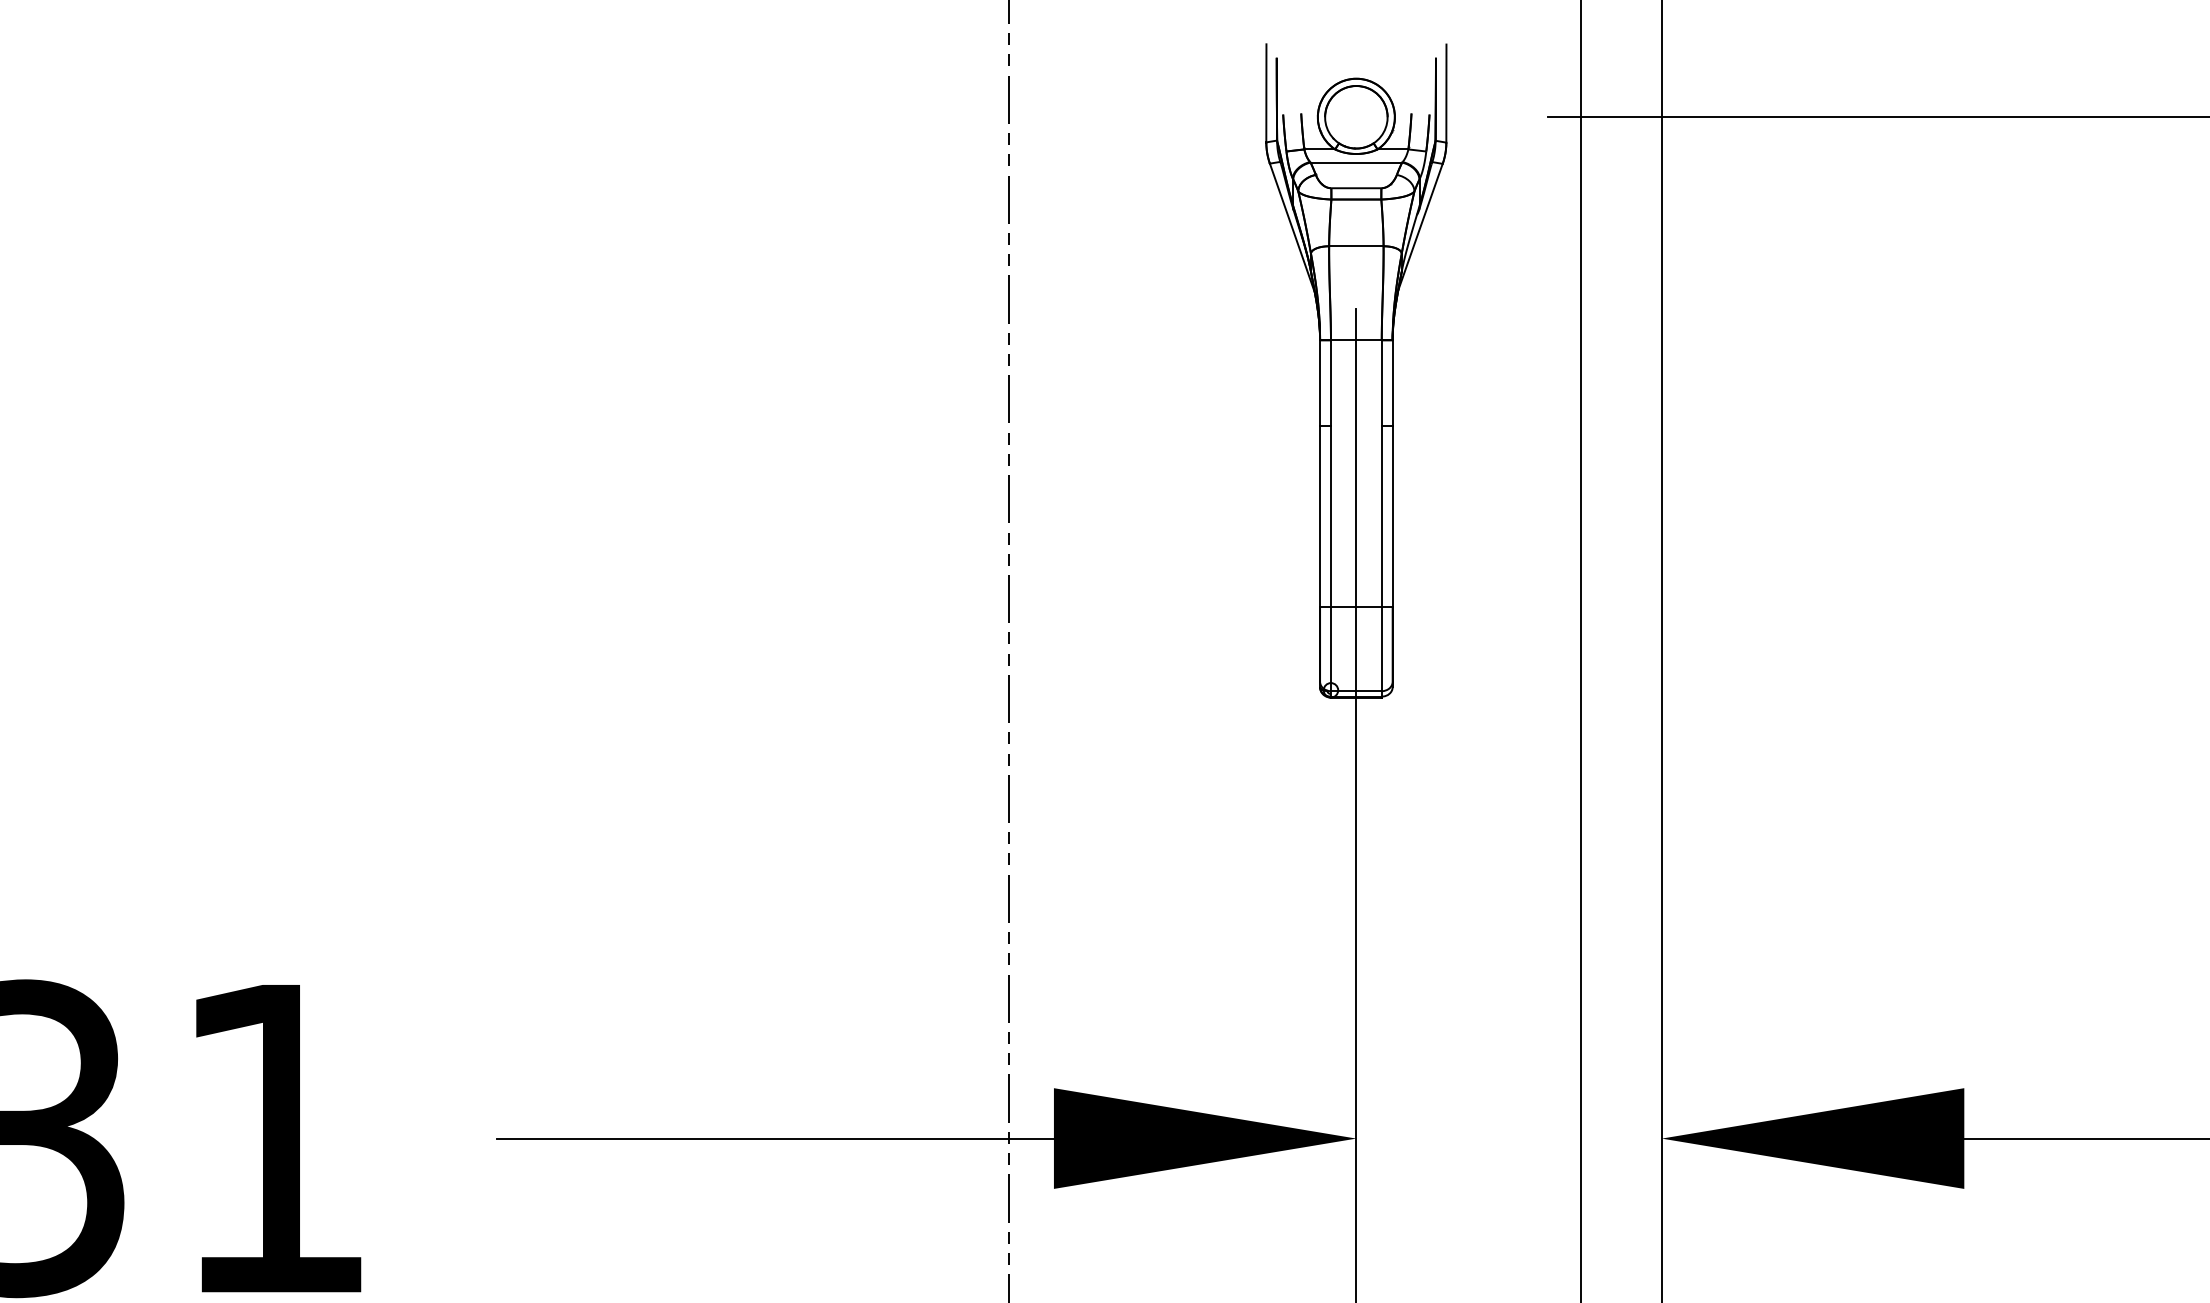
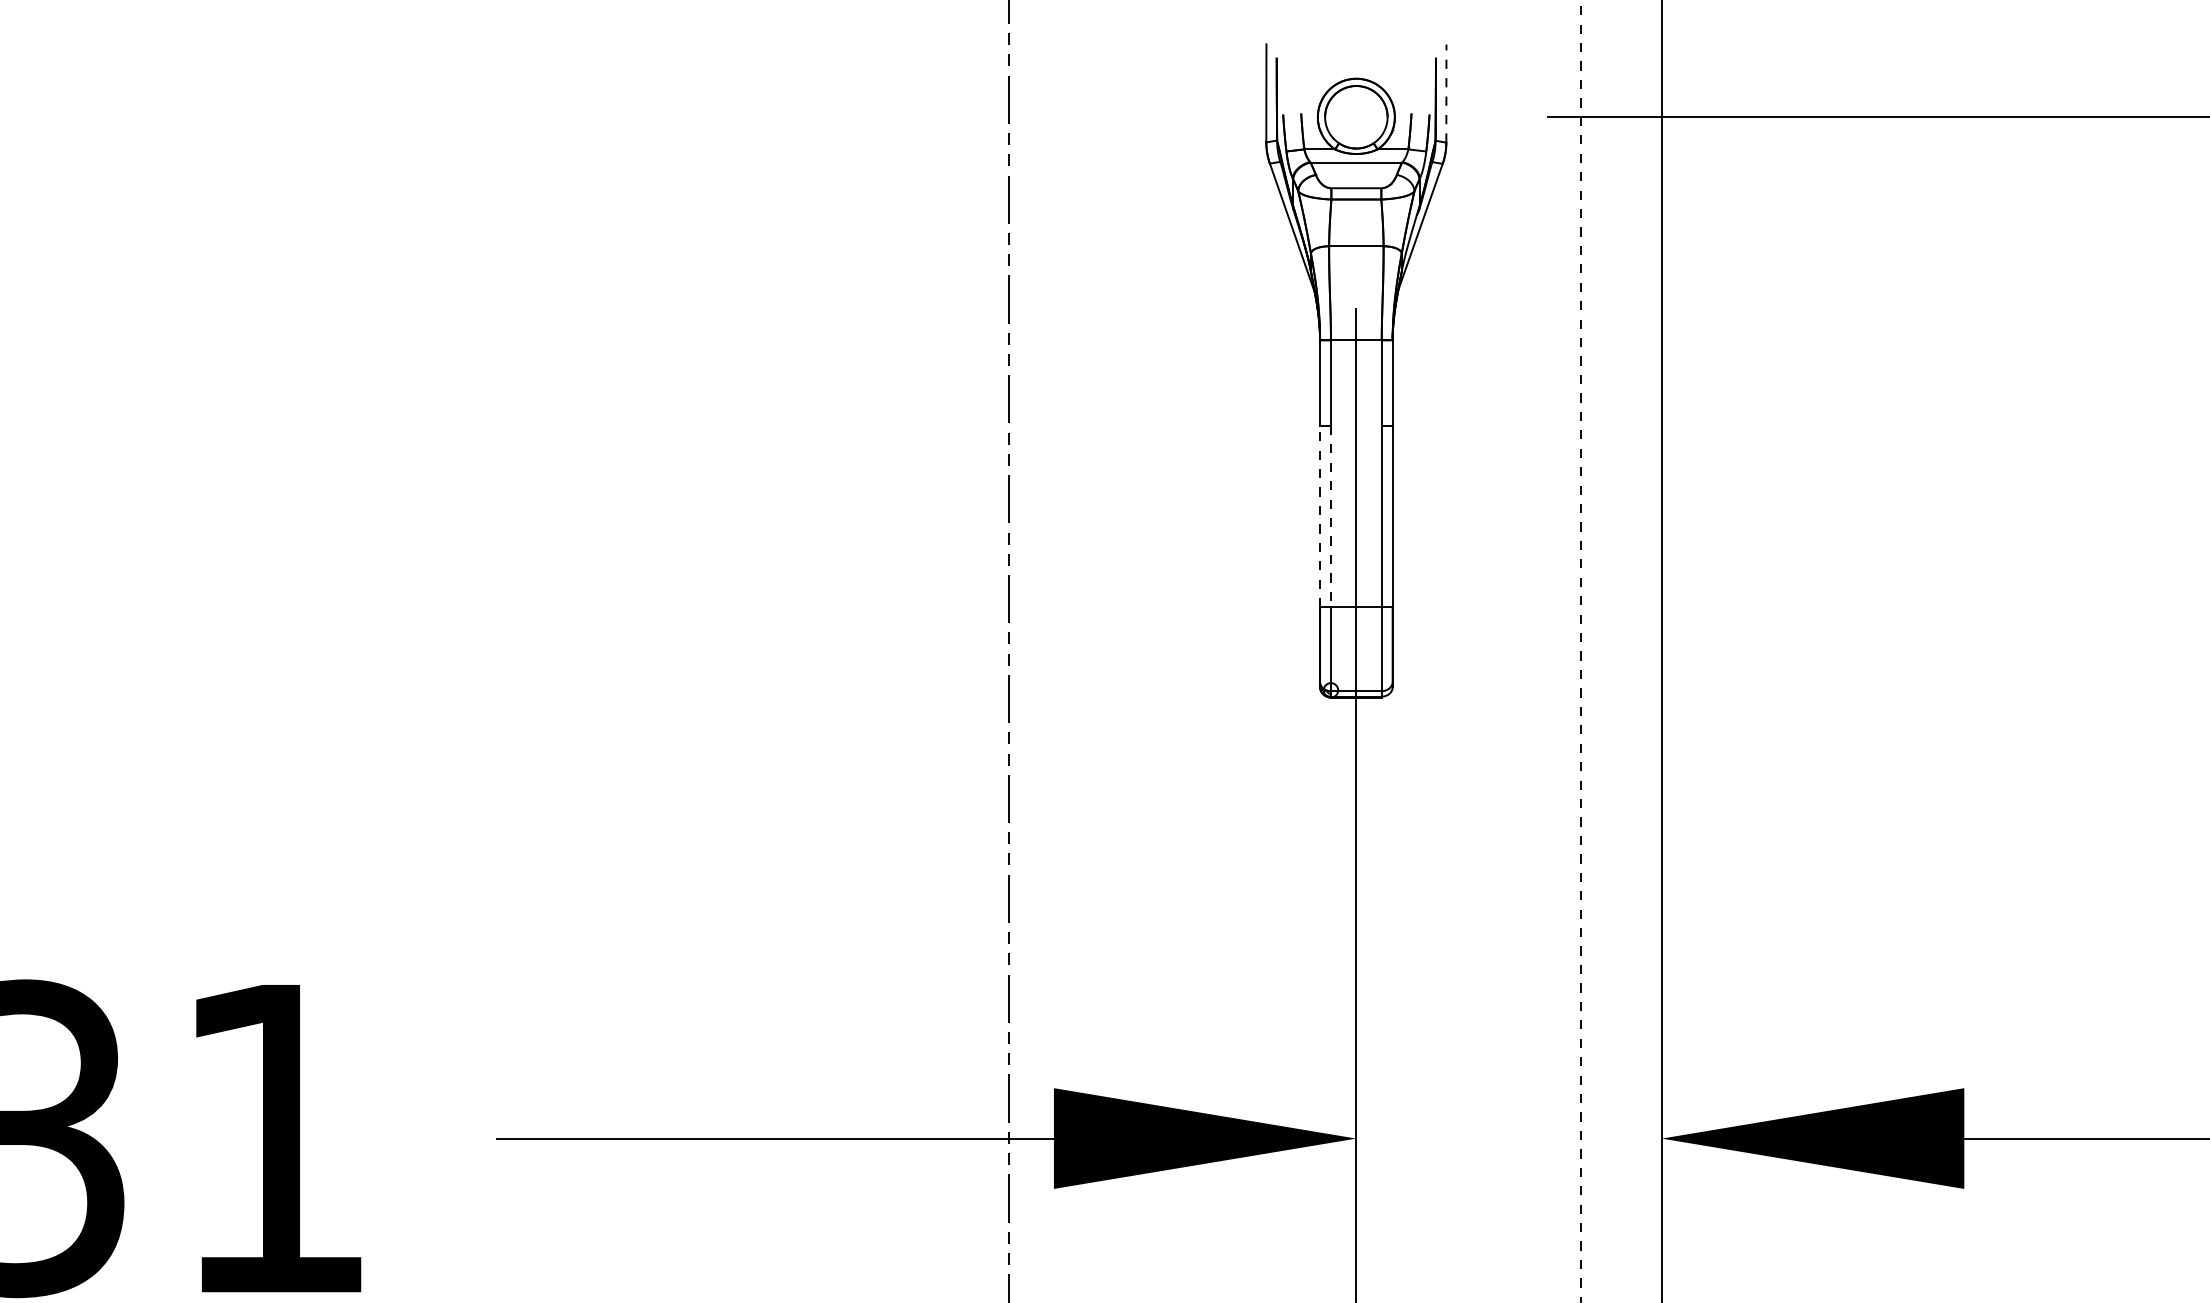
line at (1446, 93): solid -> dashed
line at (1320, 516): solid -> dashed
line at (1330, 516): solid -> dashed
line at (1581, 651): solid -> dashed
